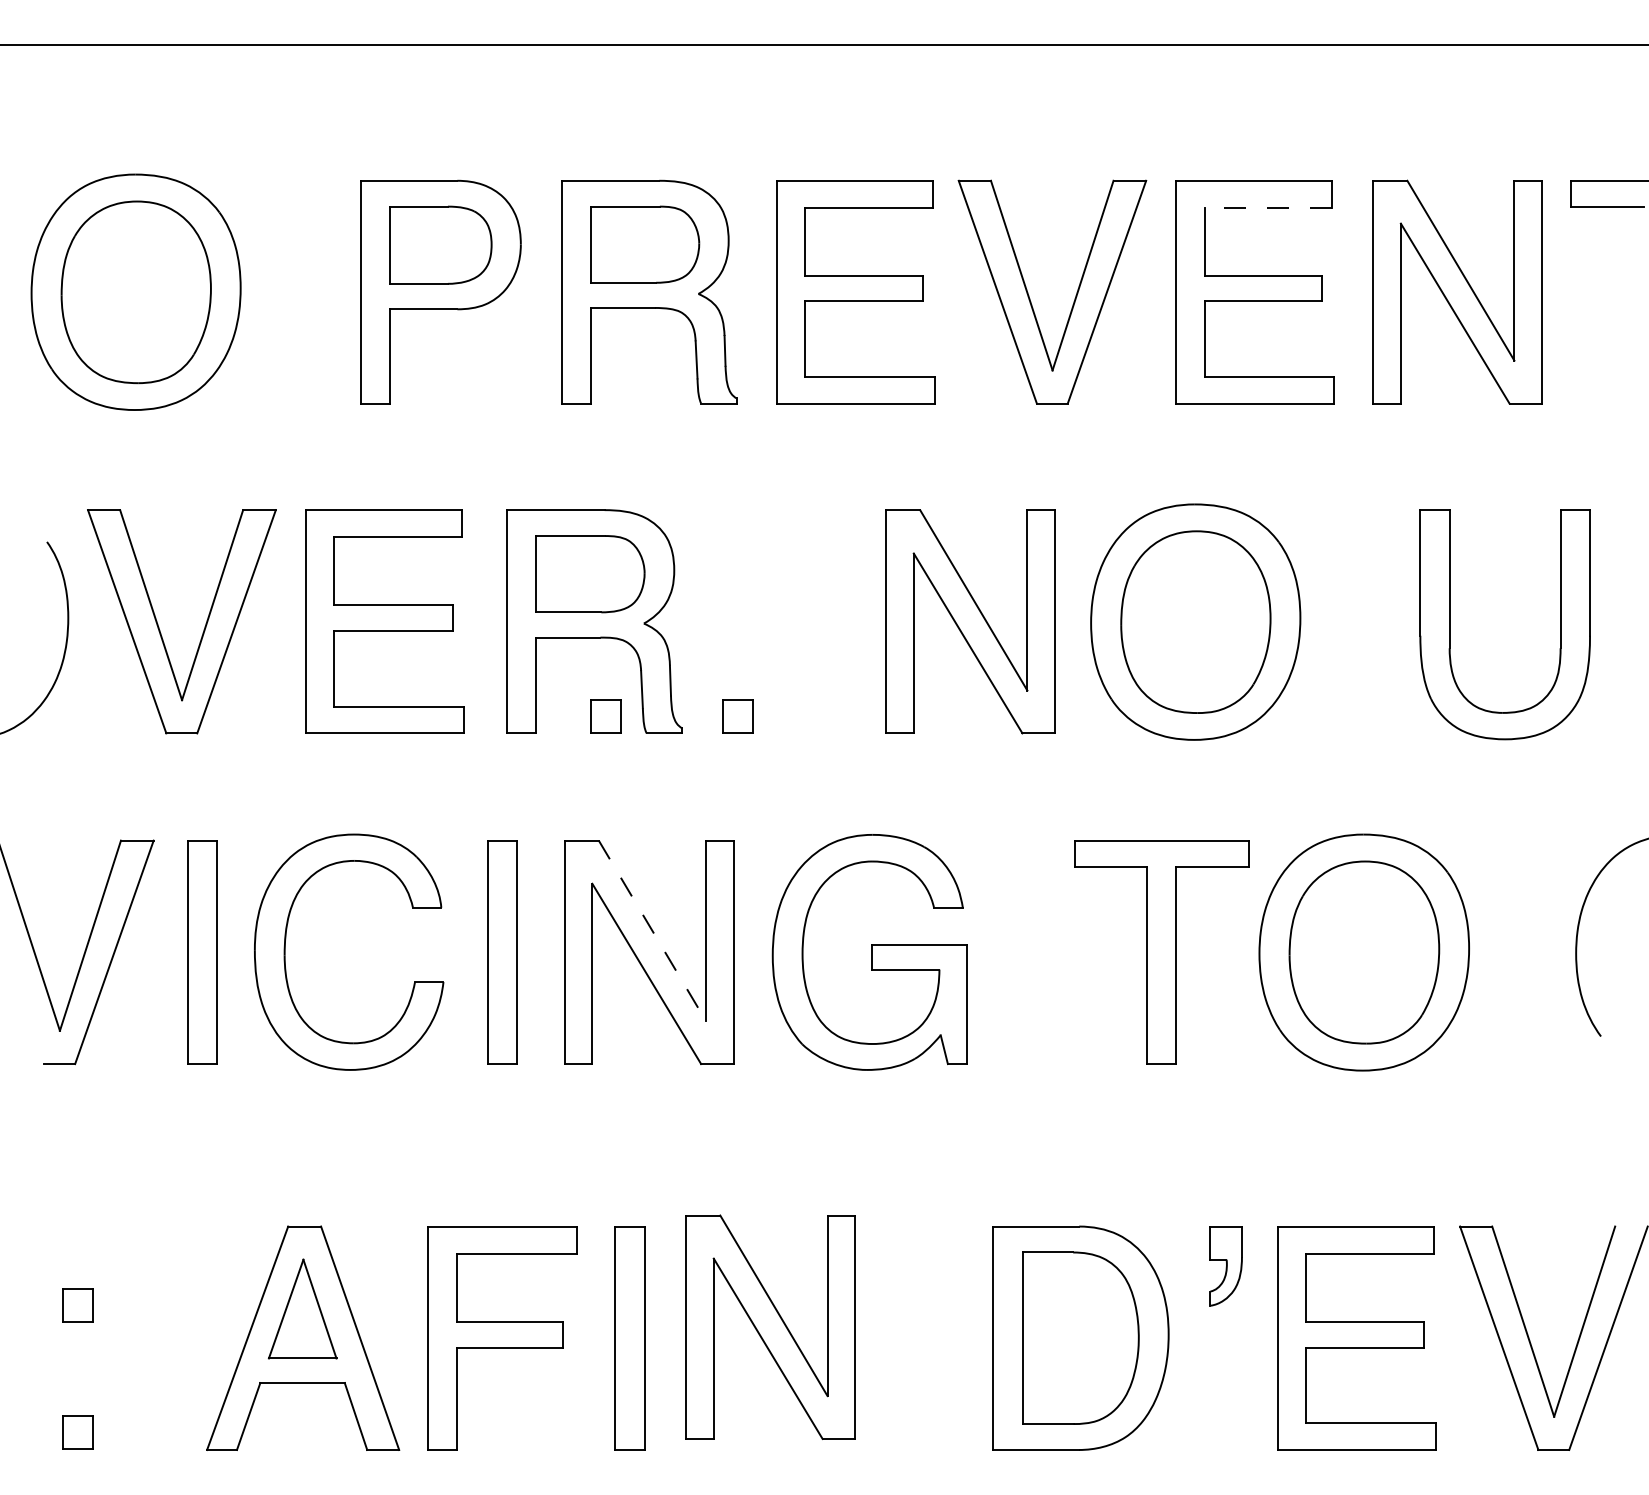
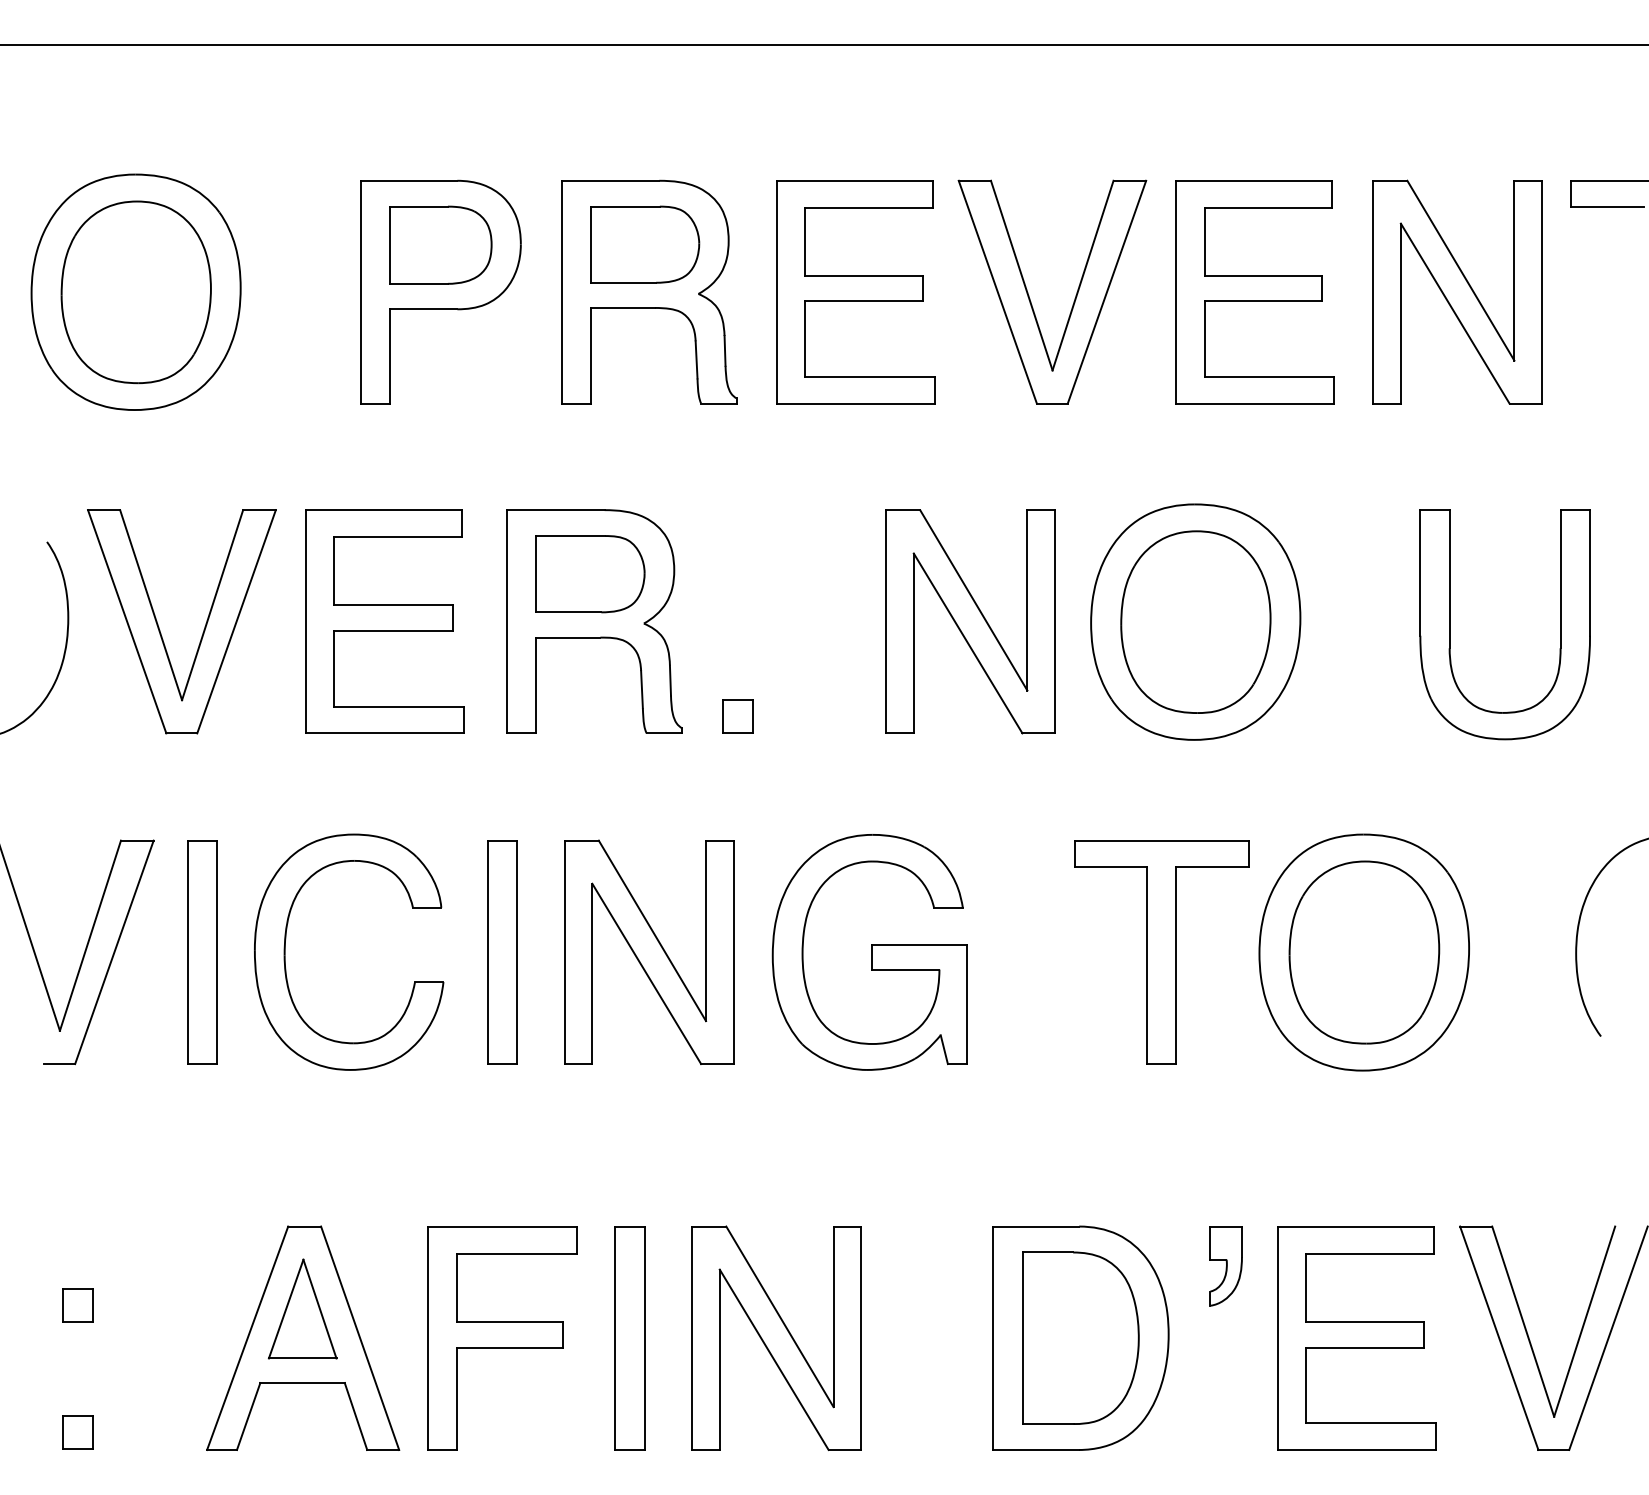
line at (1268, 208): dashed -> solid
part at (605, 716): present -> none
line at (652, 930): dashed -> solid
part at (770, 1326) position: (770, 1326) -> (776, 1337)
